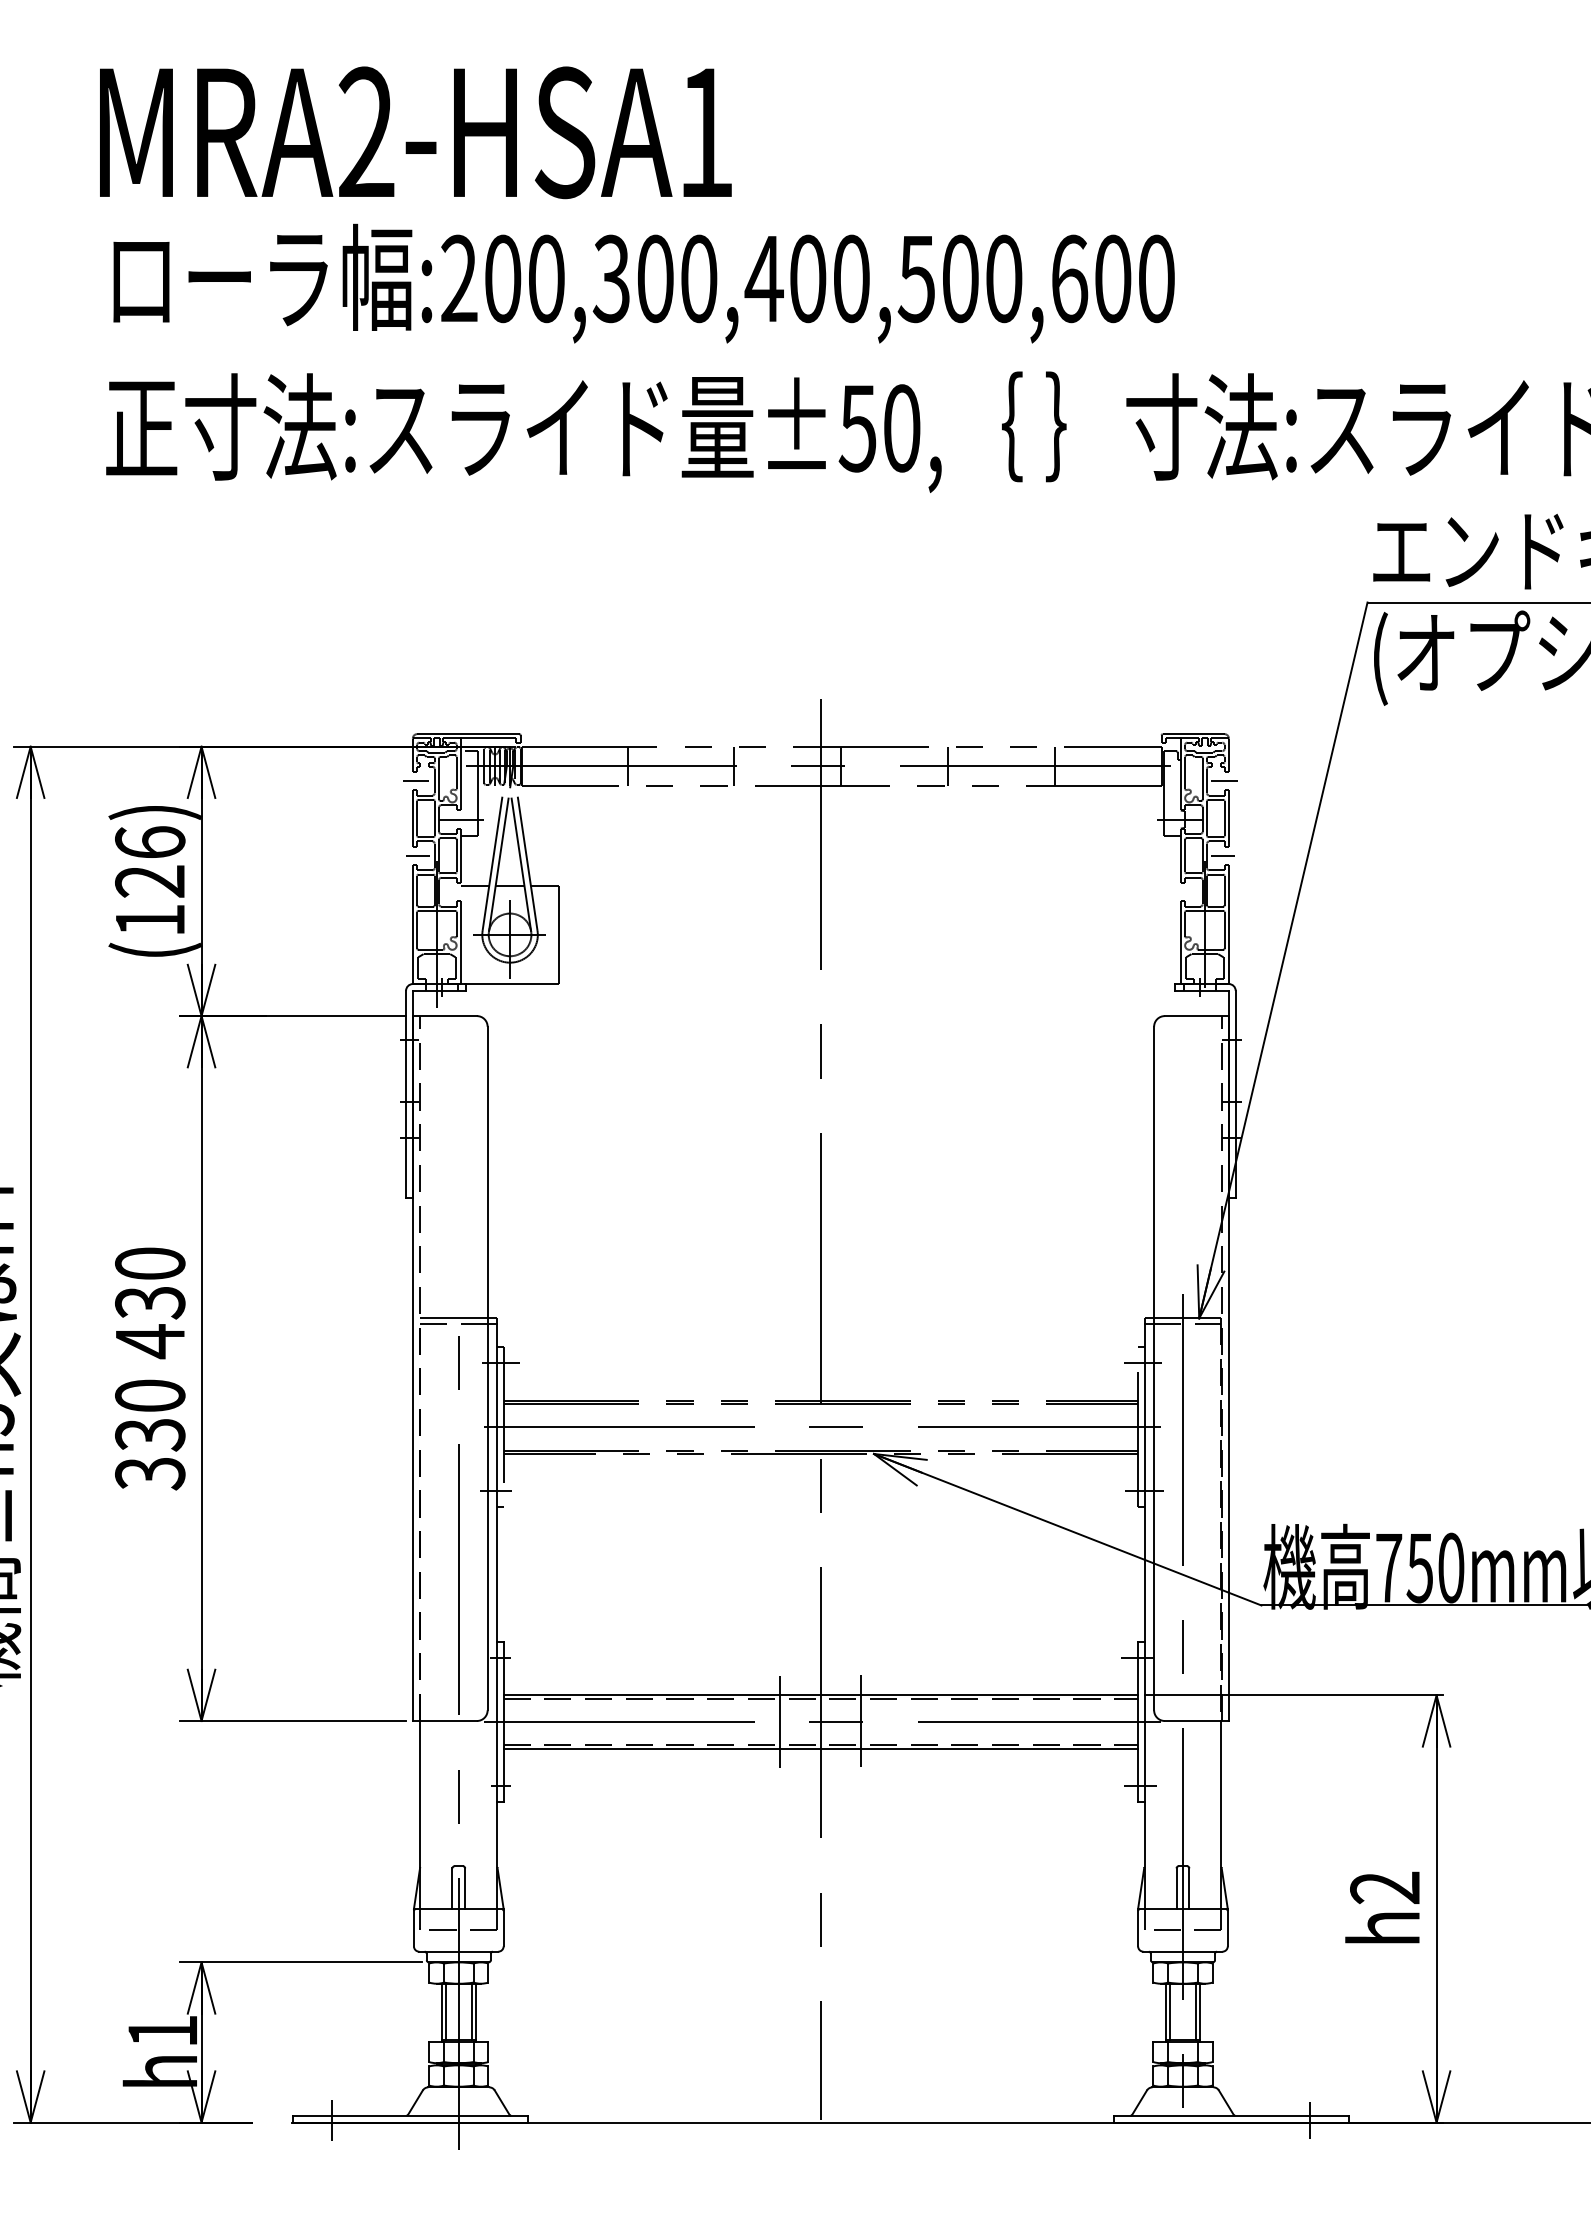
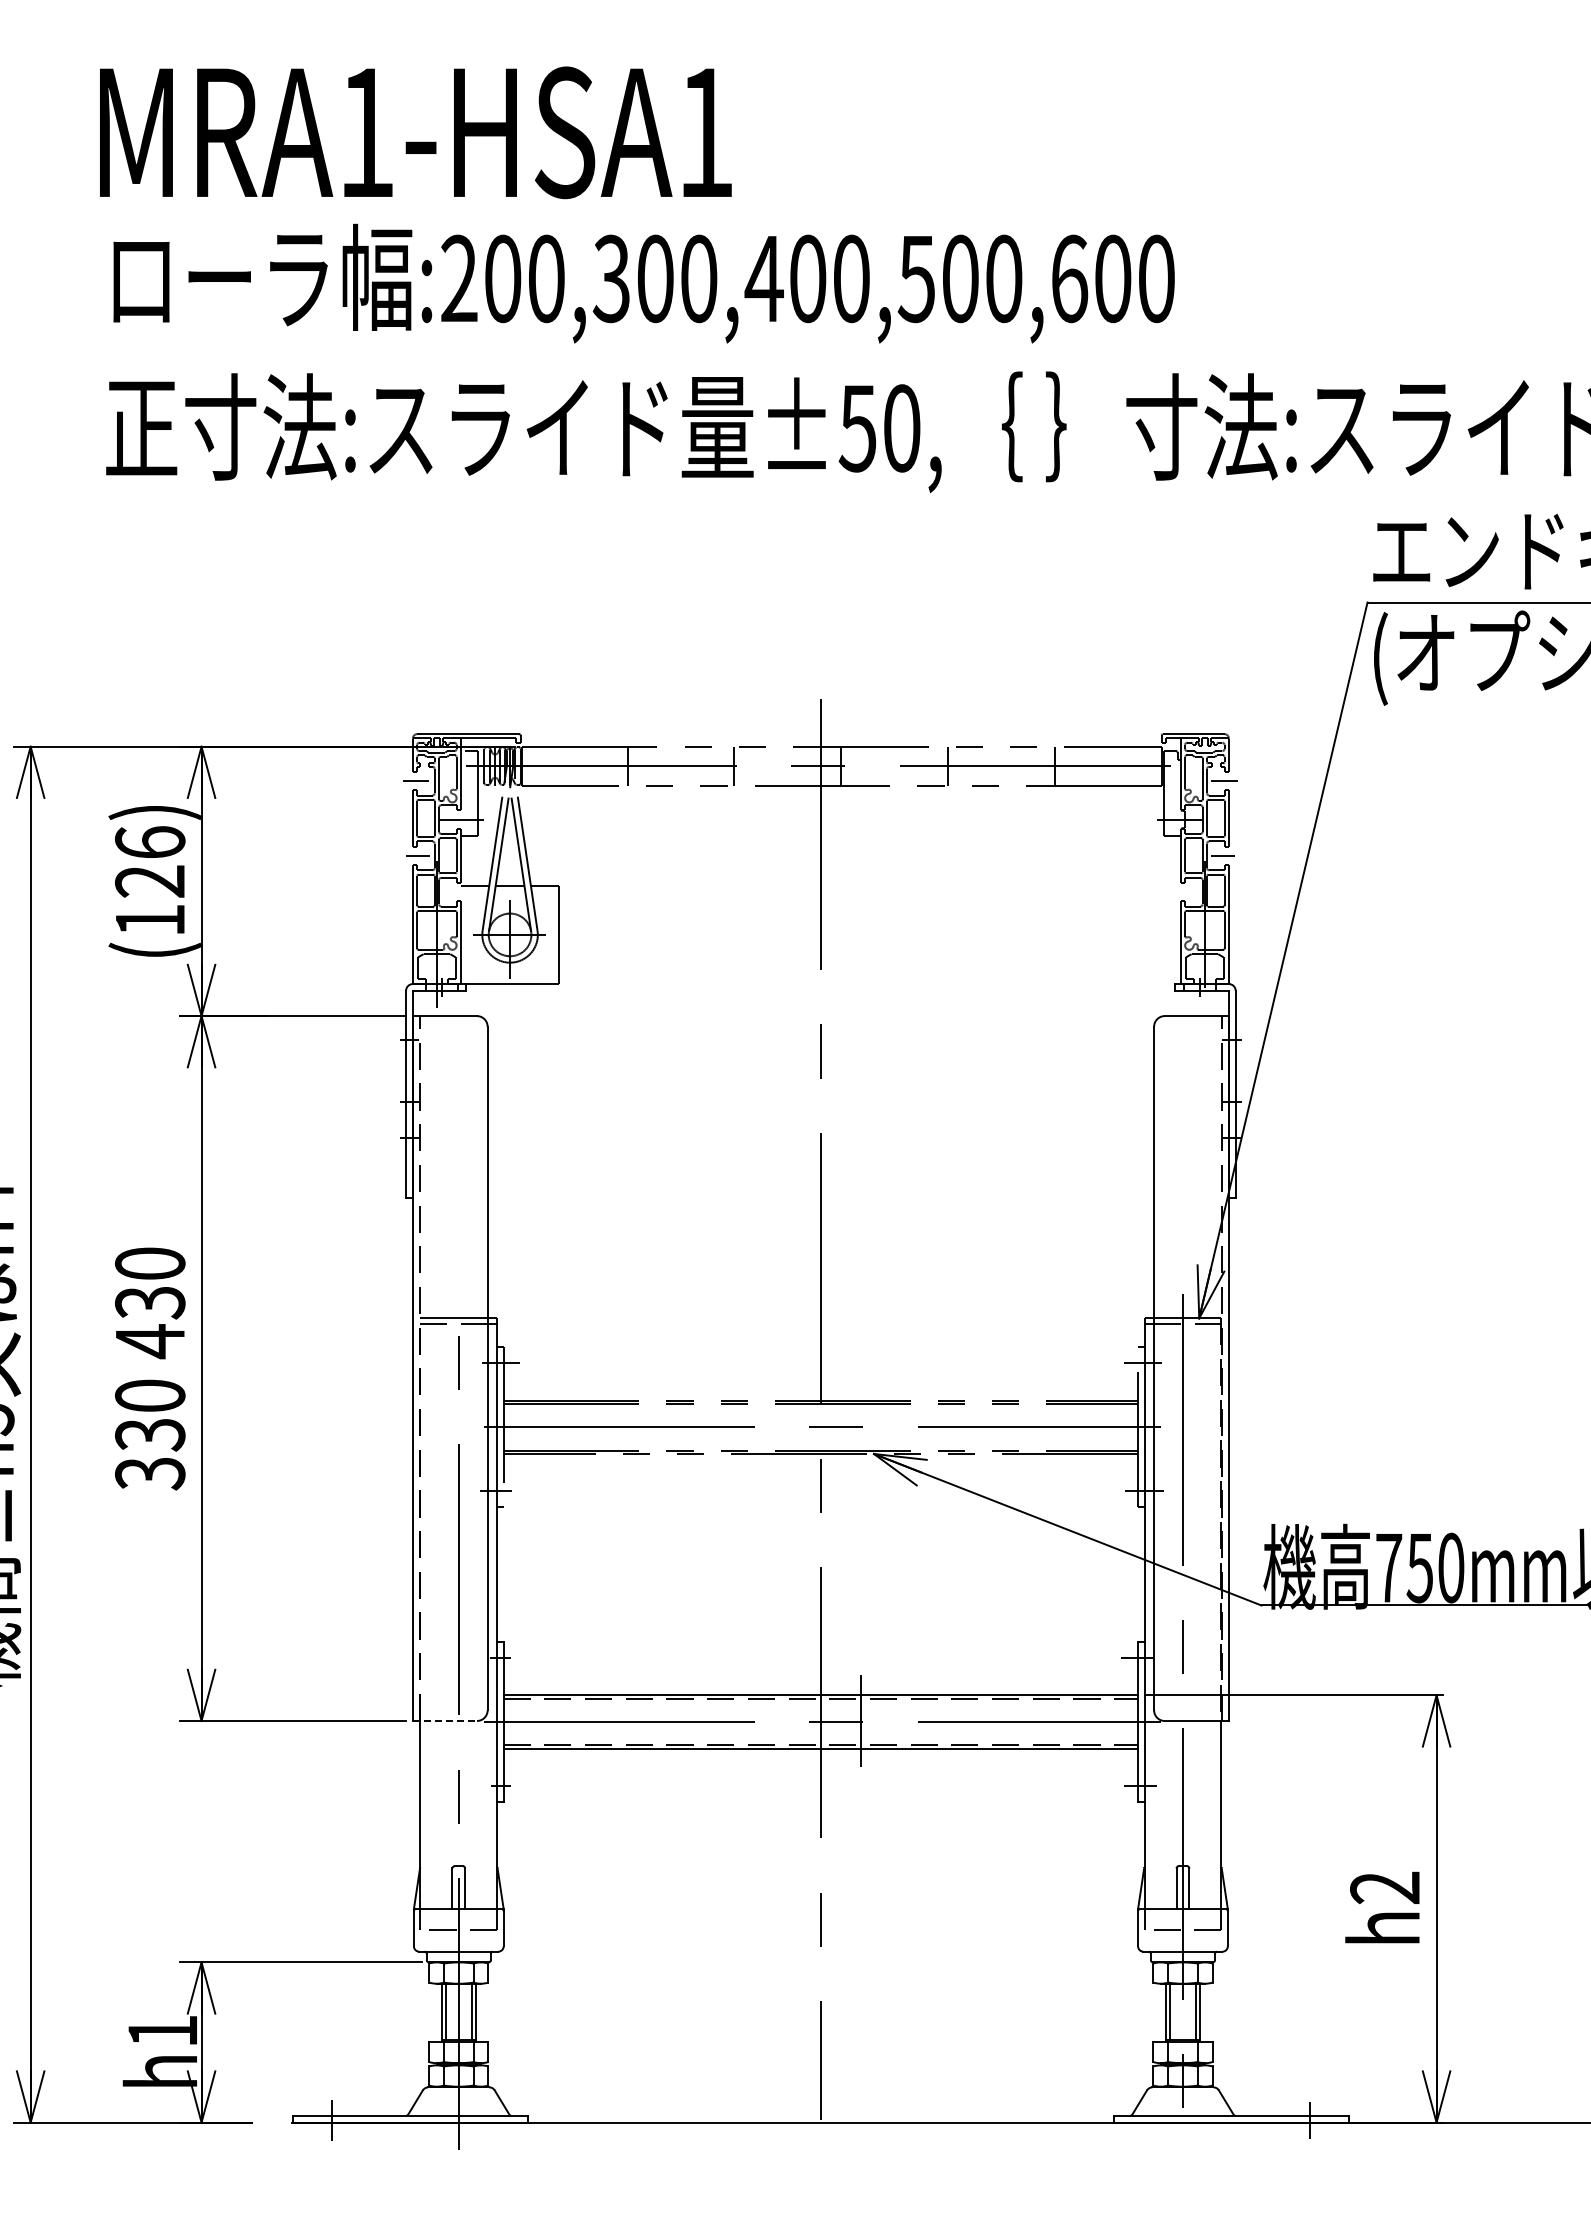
text at (366, 131): MRA2-HSA1 -> MRA1-HSA1
line at (445, 1721): solid -> dashed
line at (780, 1722): present -> none
